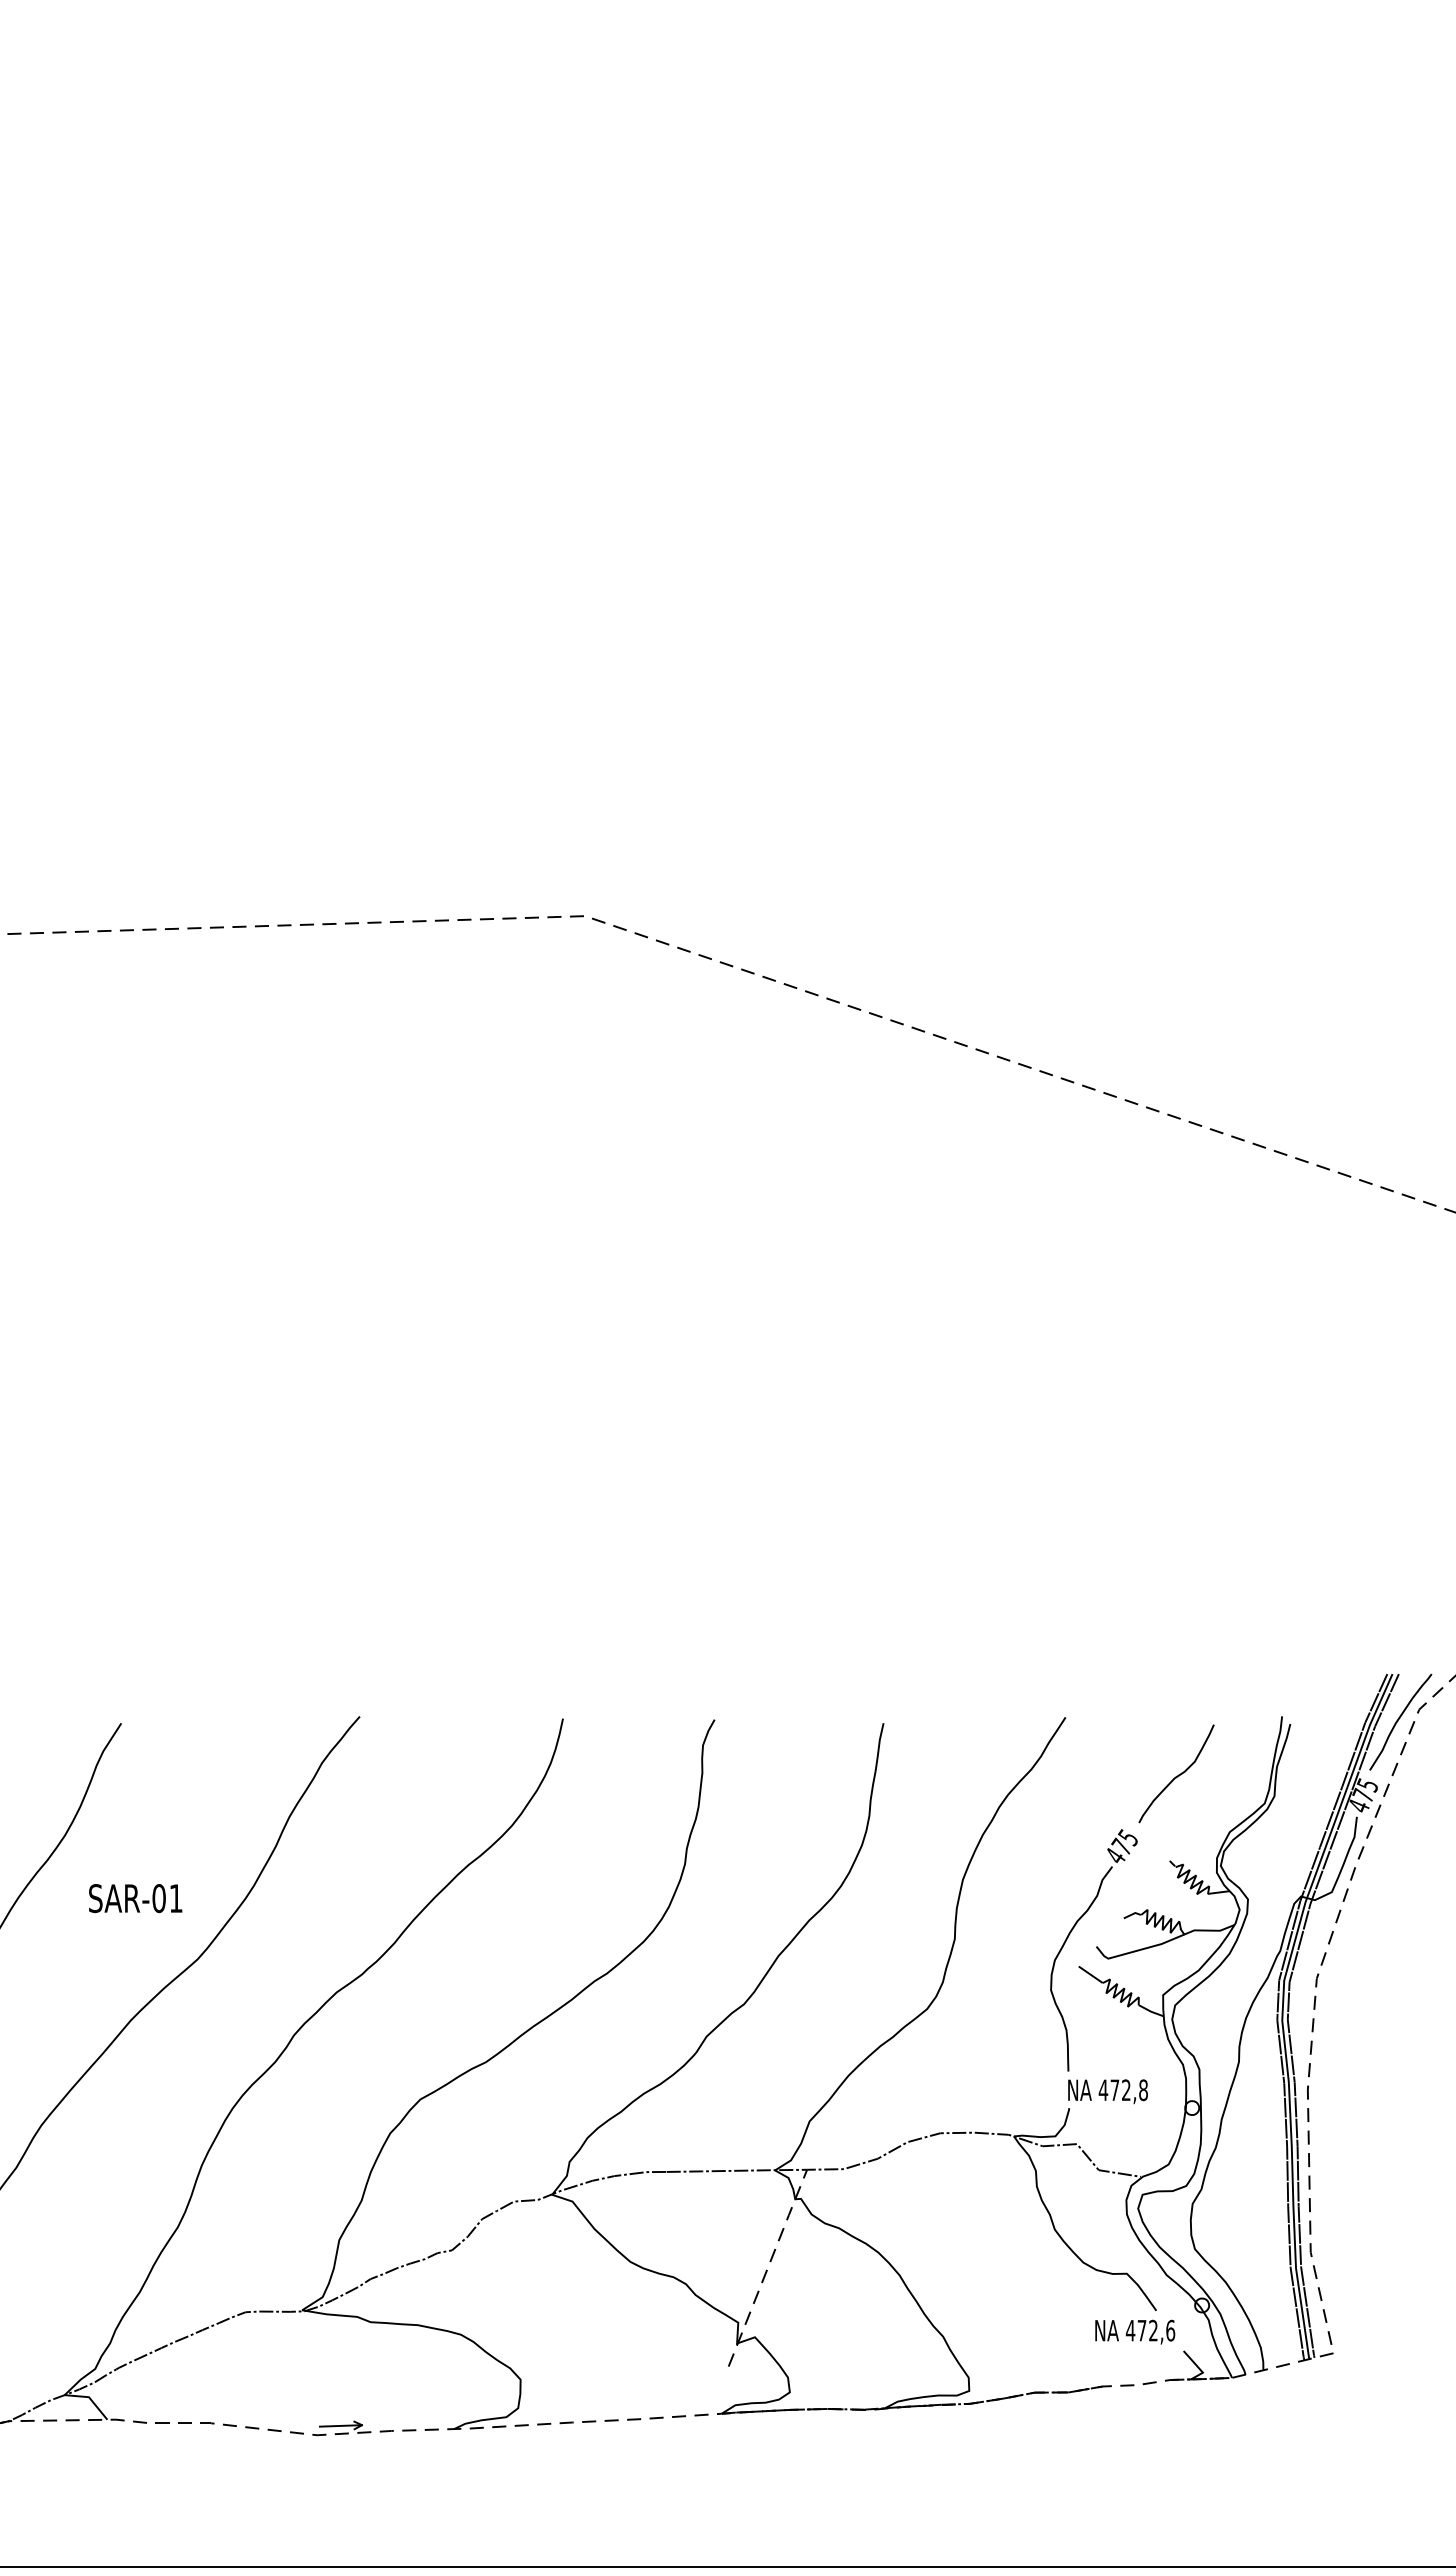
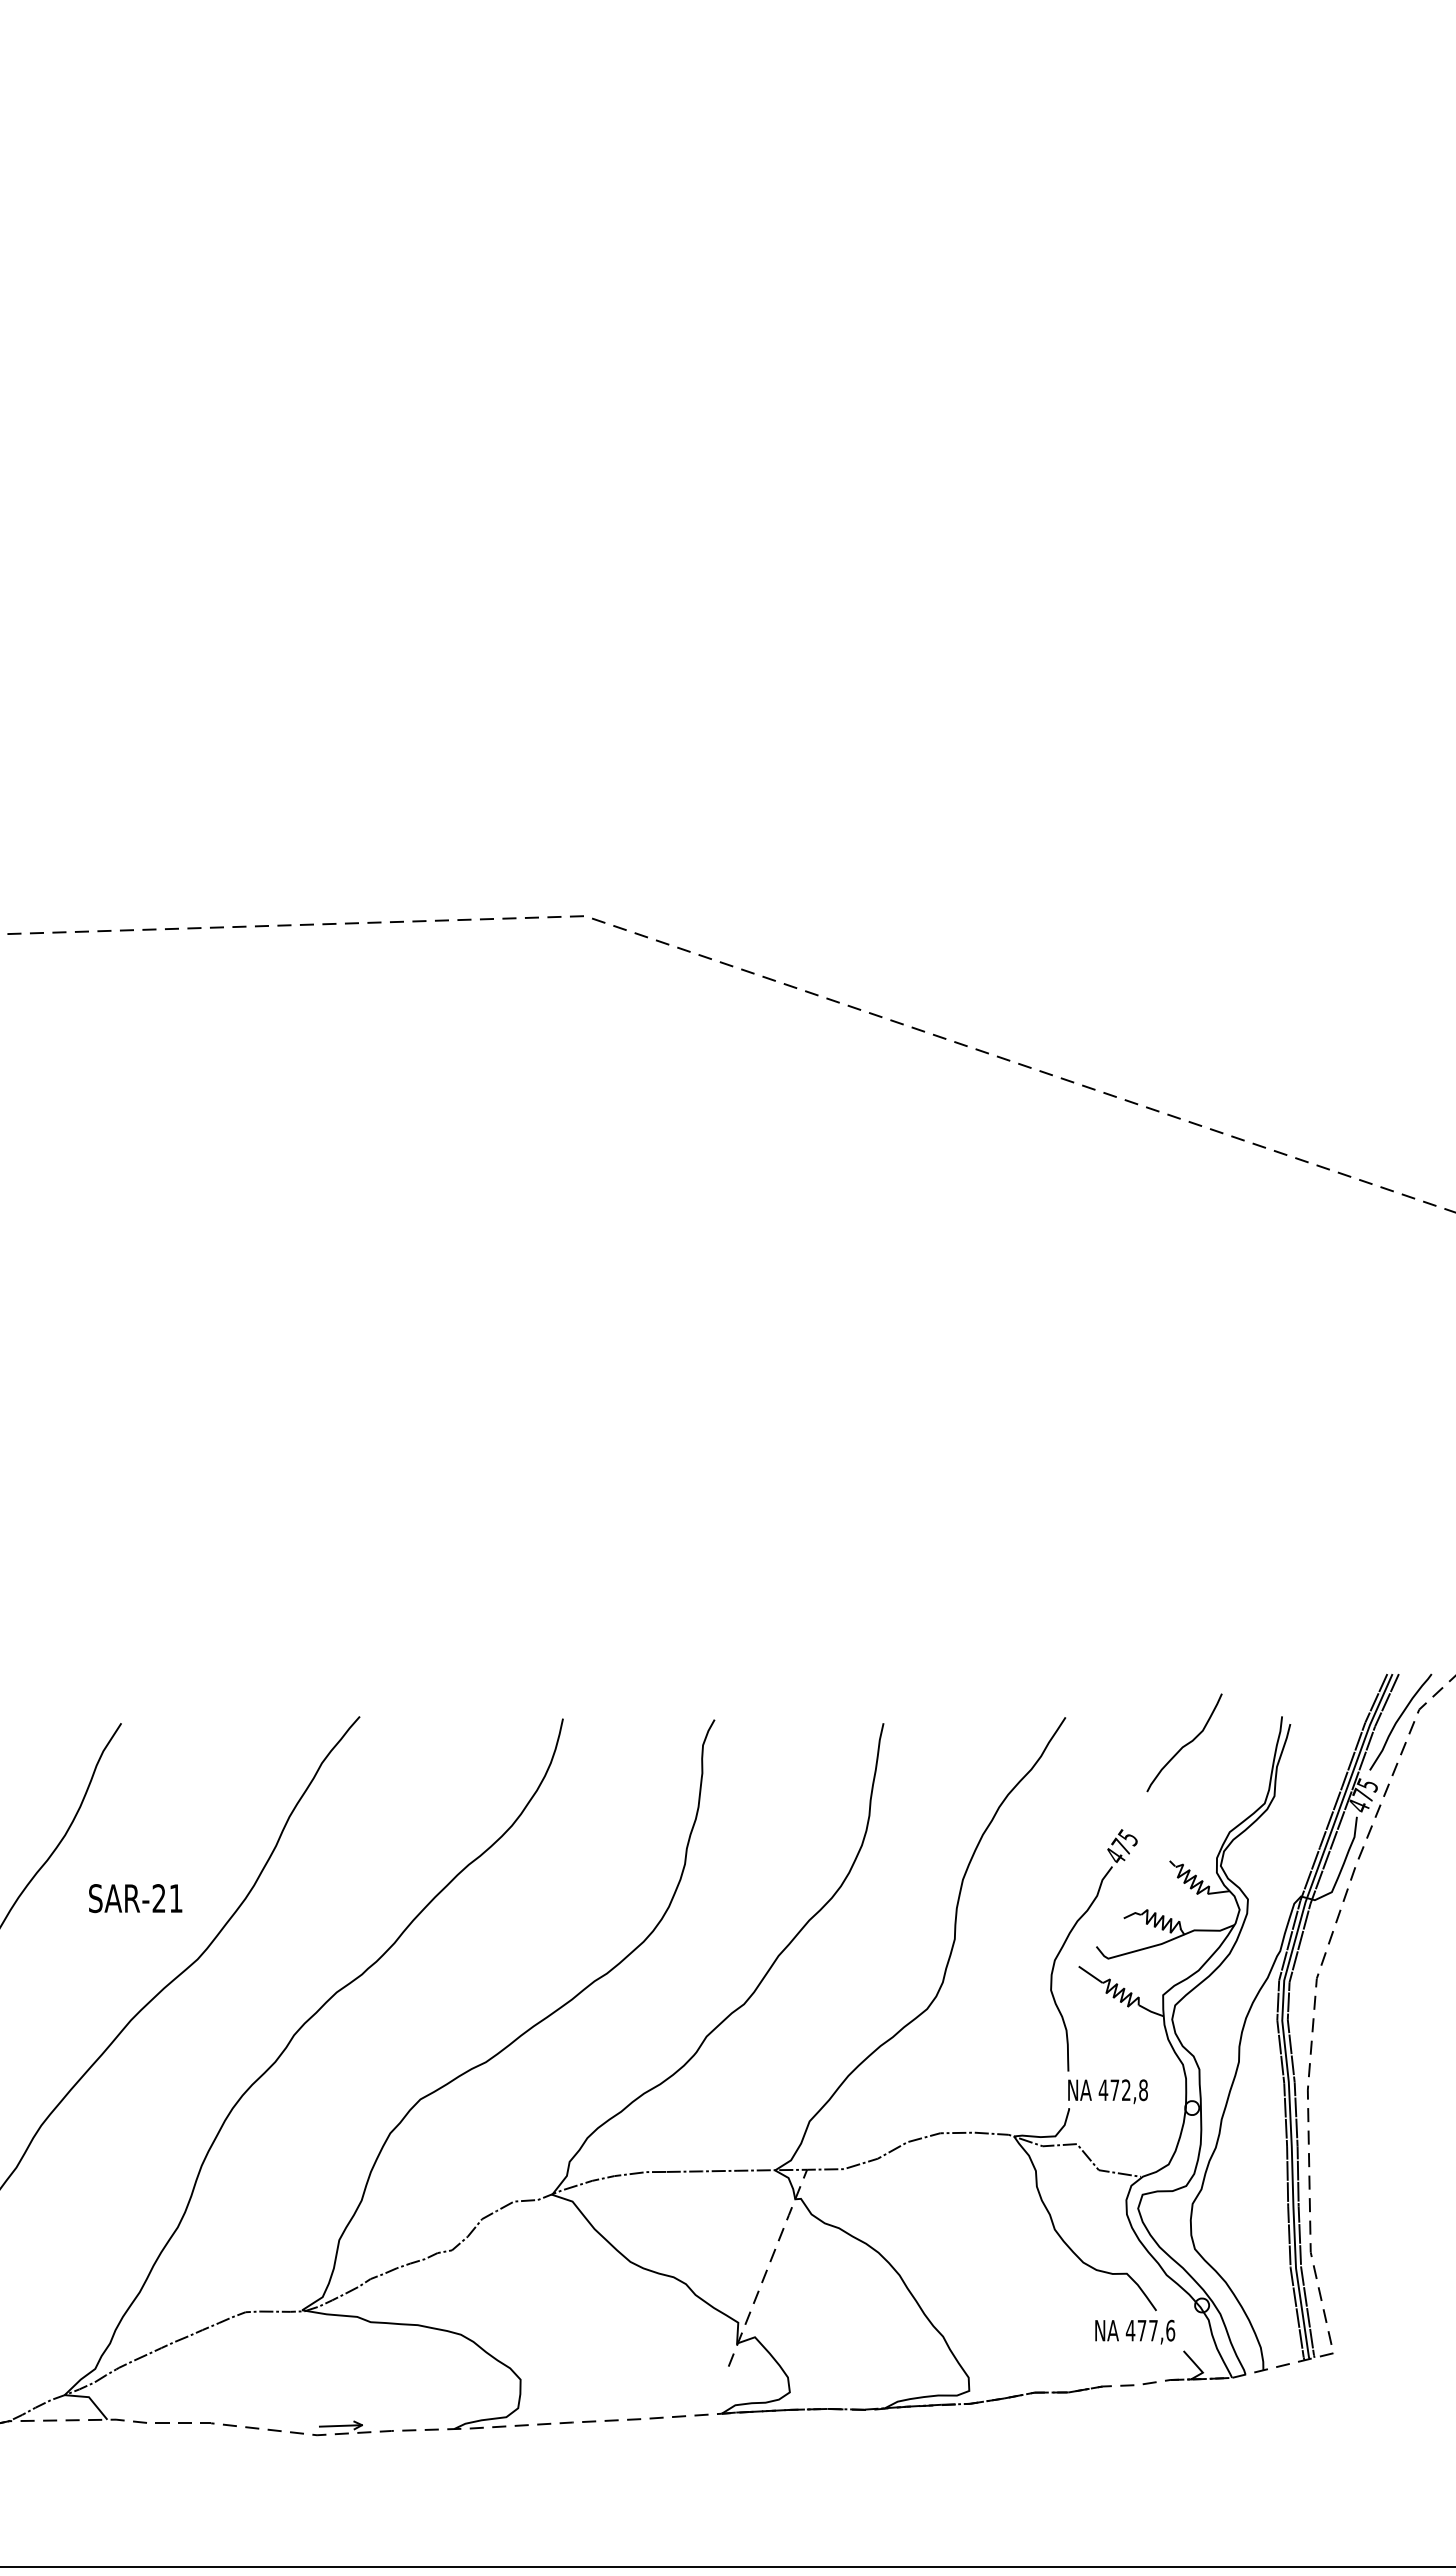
curve at (1178, 1774) position: (1178, 1774) -> (1186, 1743)
text at (158, 1898): SAR-01 -> SAR-21
text at (1153, 2330): 472,6 -> 477,6
